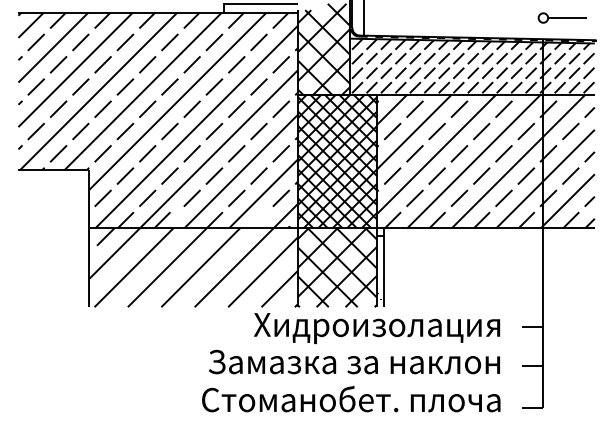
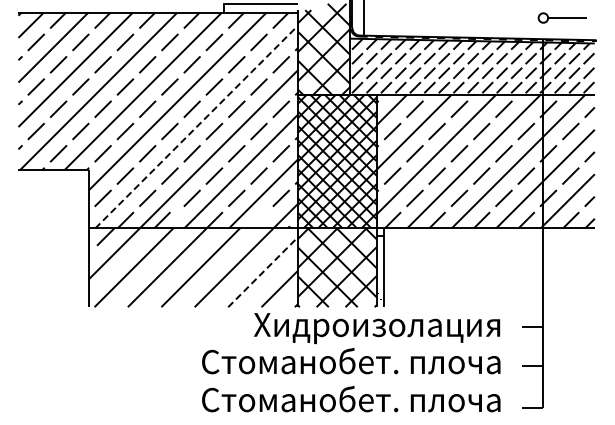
line at (196, 126): solid -> dashed
line at (263, 271): solid -> dashed
text at (351, 360): Замазка за наклон -> Стоманобет. плоча
